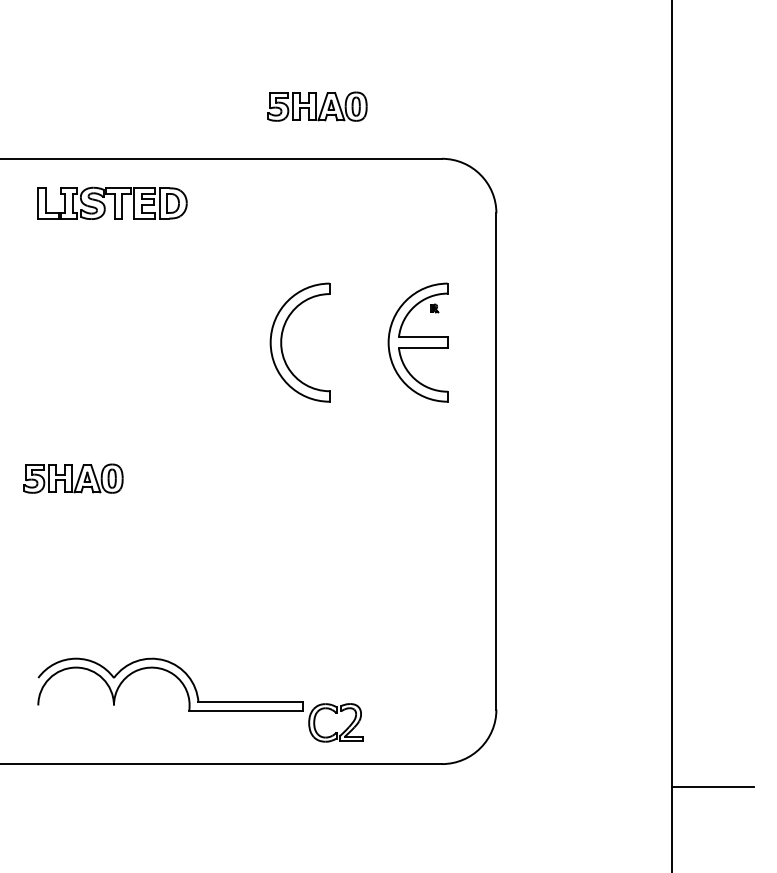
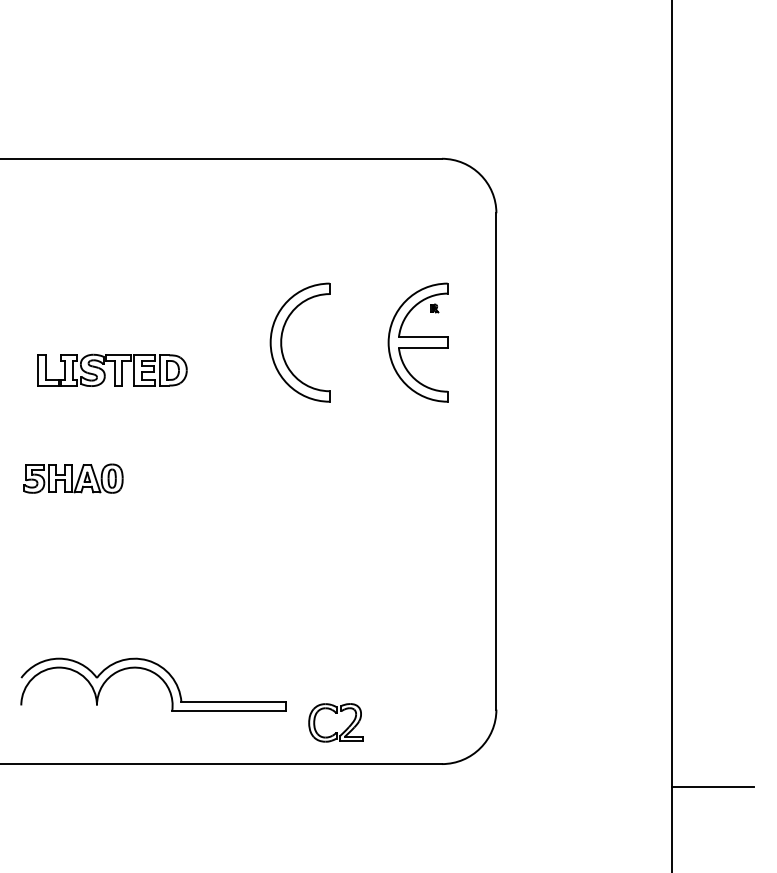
part at (317, 106): present -> none
part at (112, 202) position: (112, 202) -> (112, 369)
part at (176, 678) position: (176, 678) -> (159, 678)
